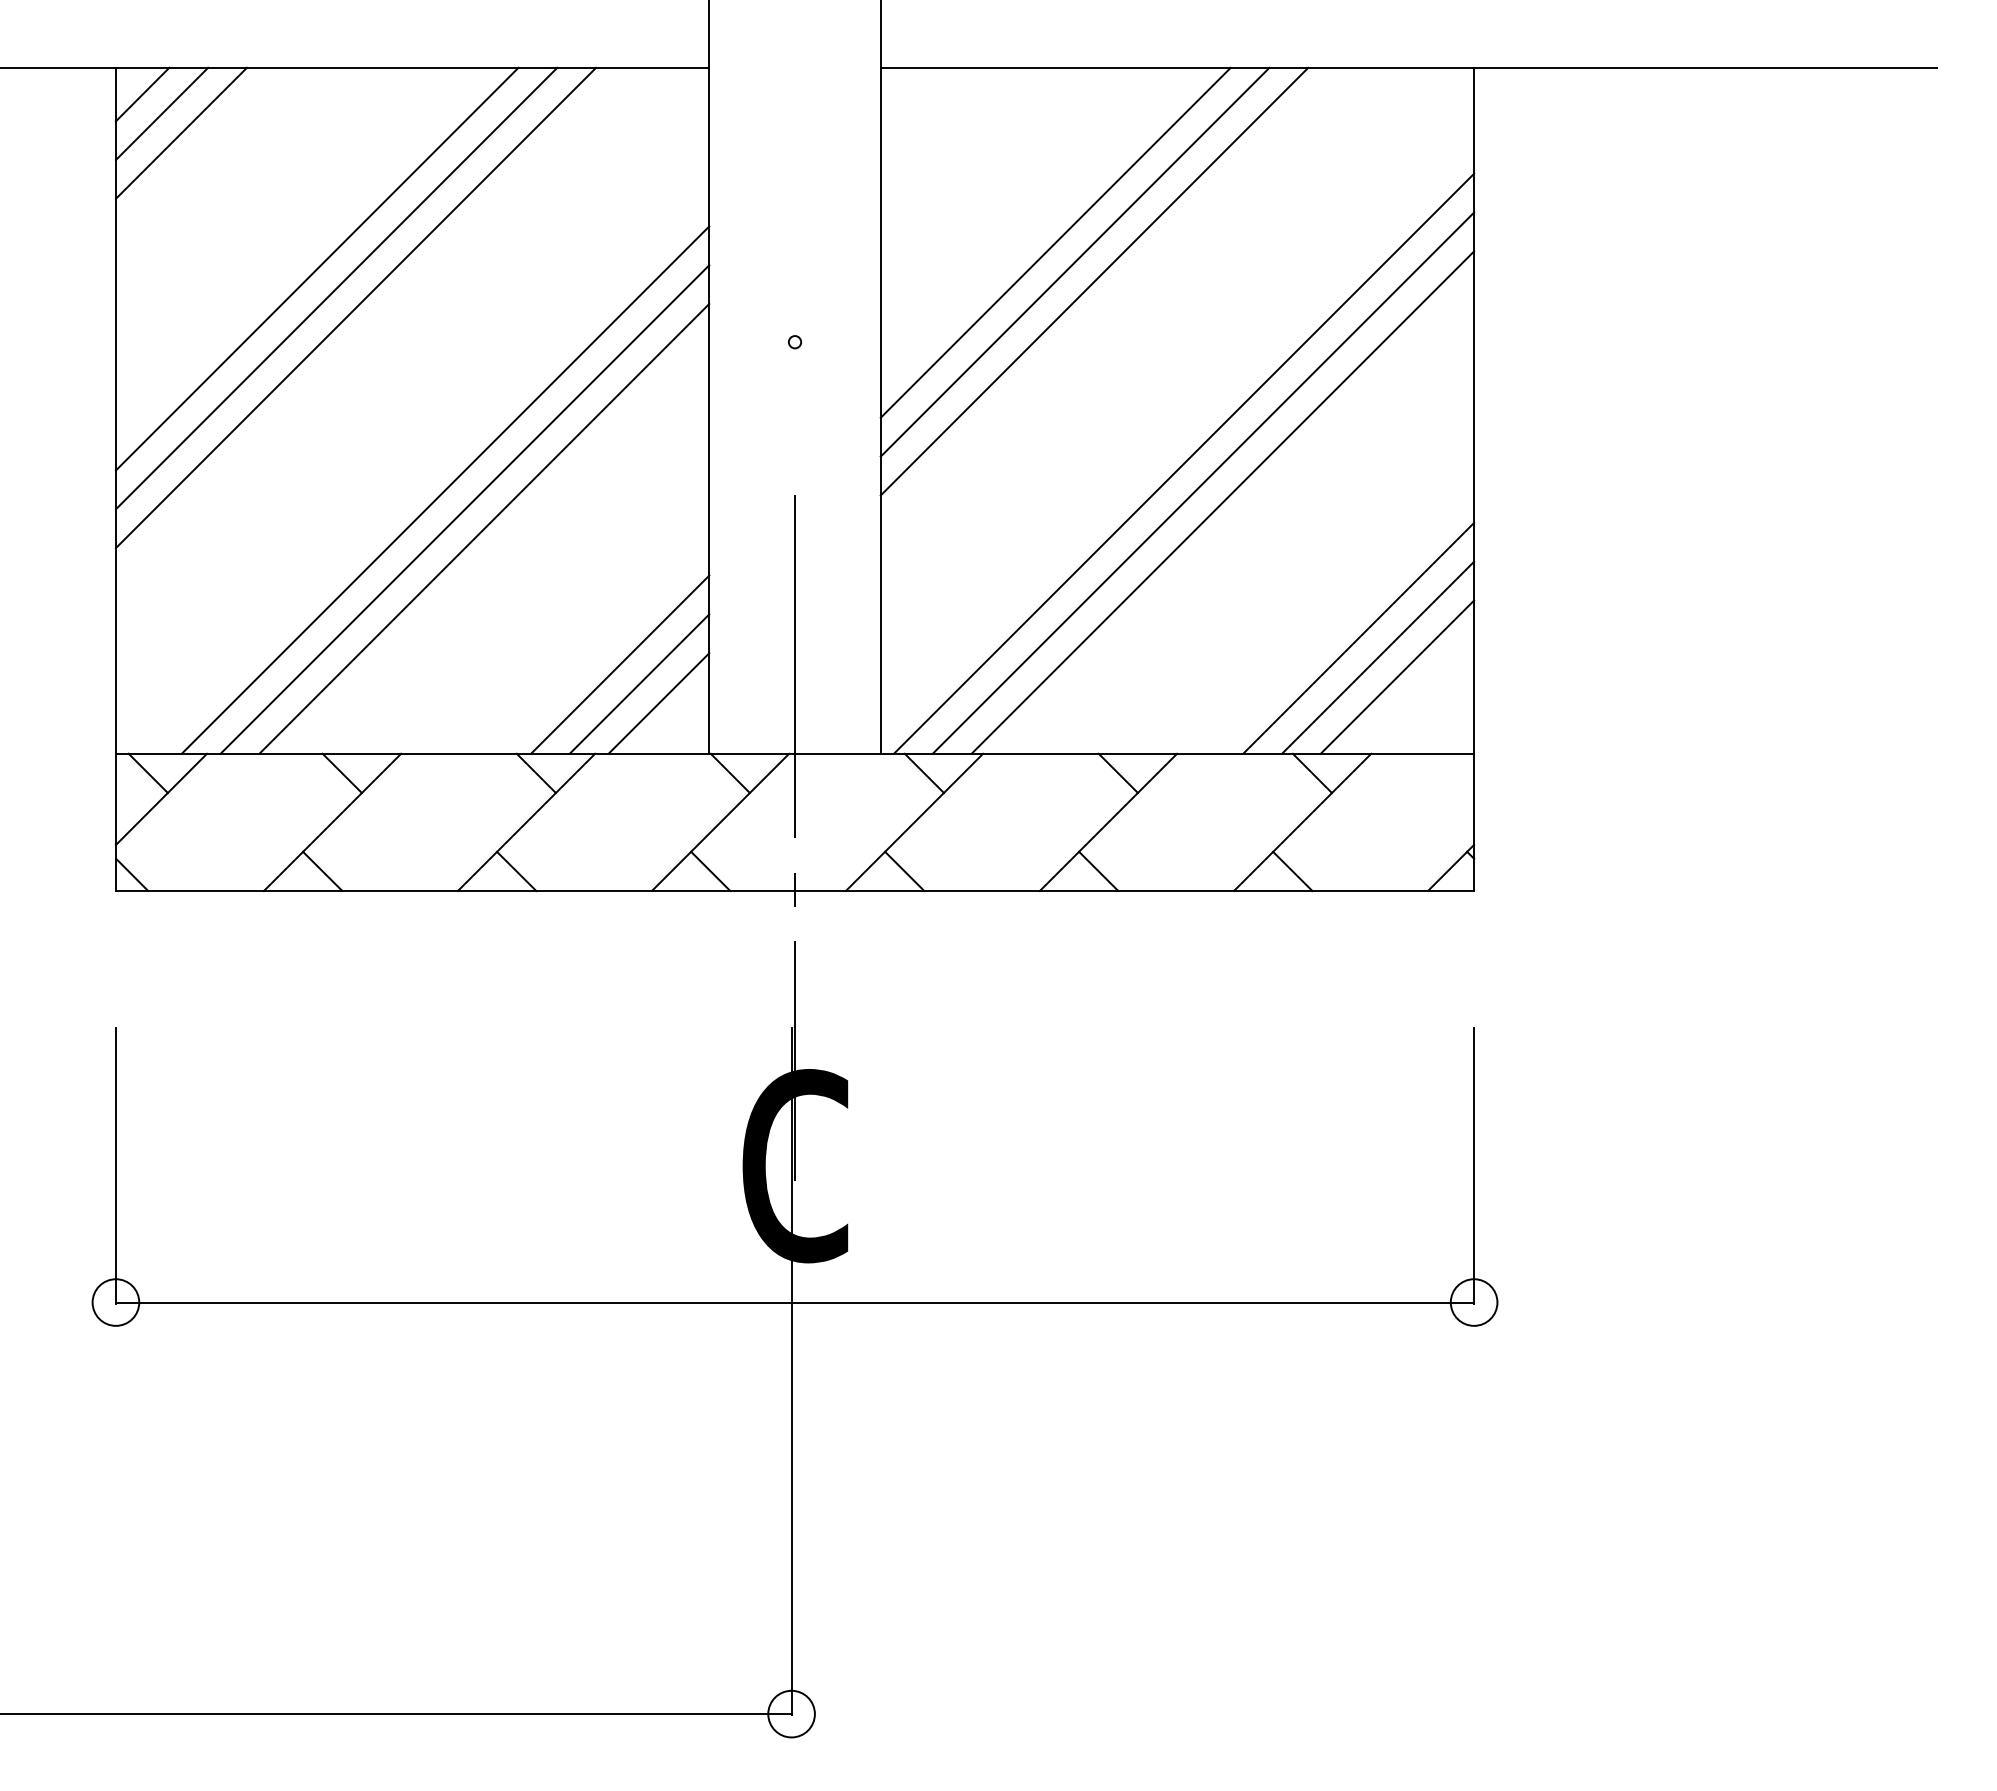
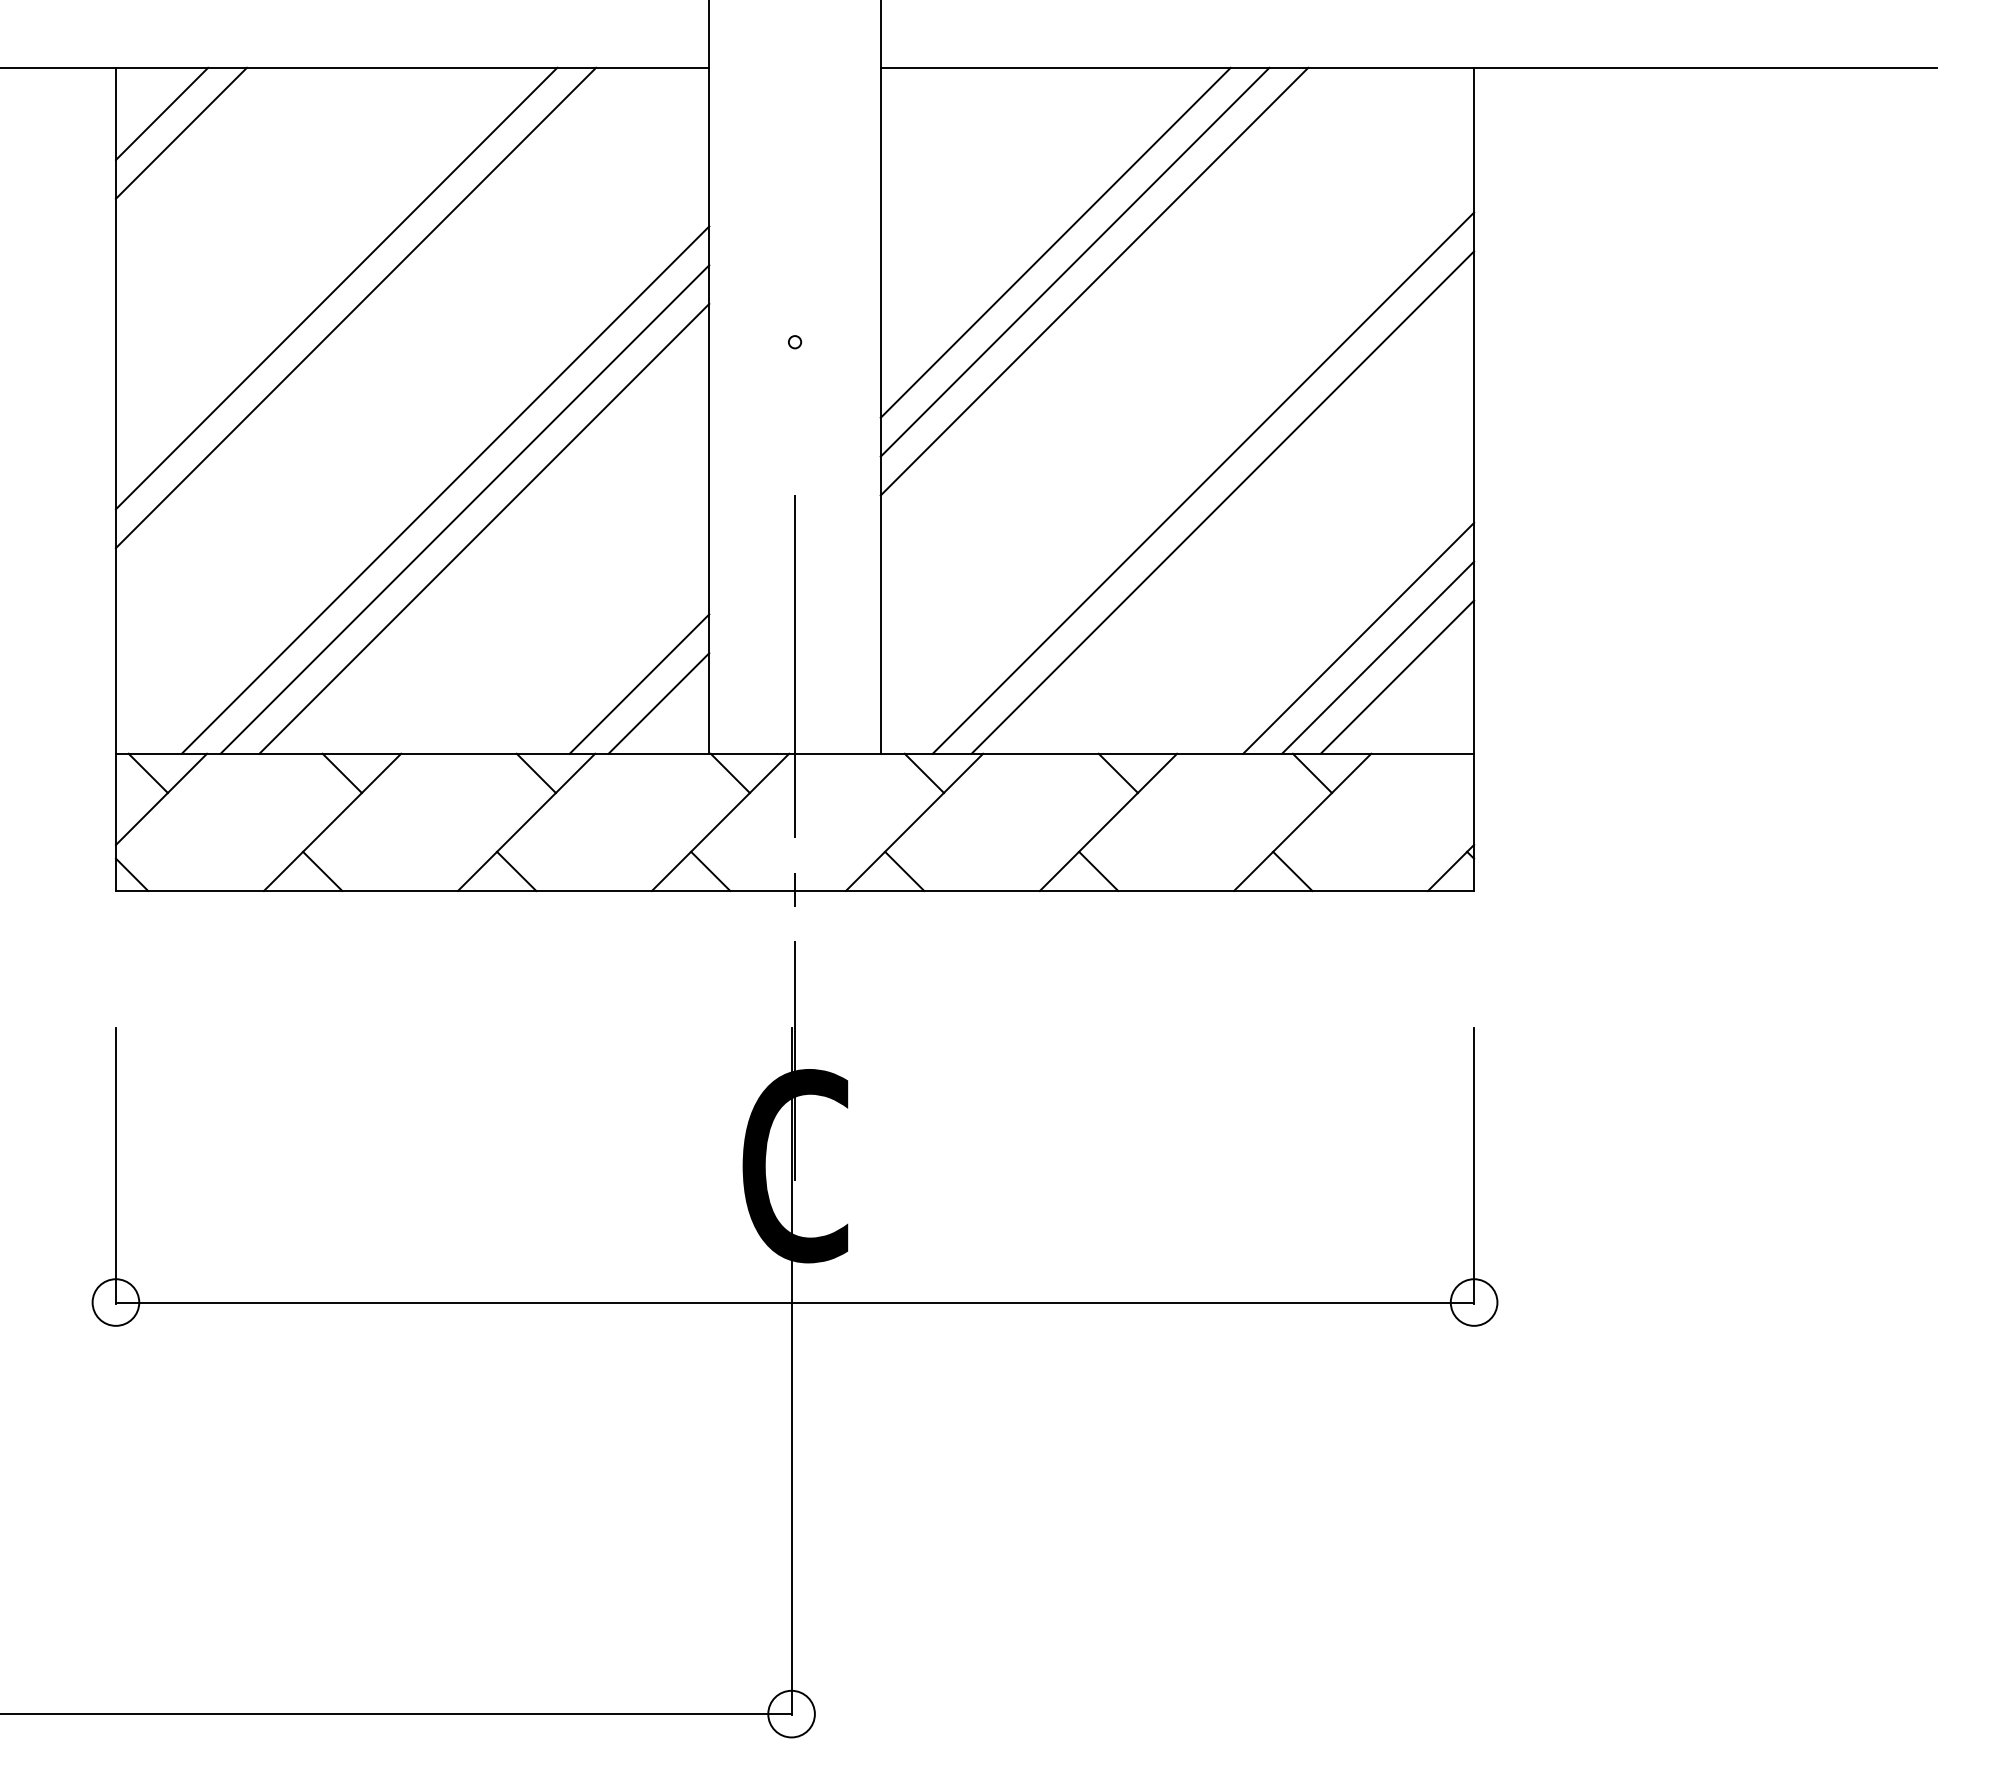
line at (142, 94): present -> none
line at (316, 268): present -> none
line at (1183, 463): present -> none
line at (620, 664): present -> none
